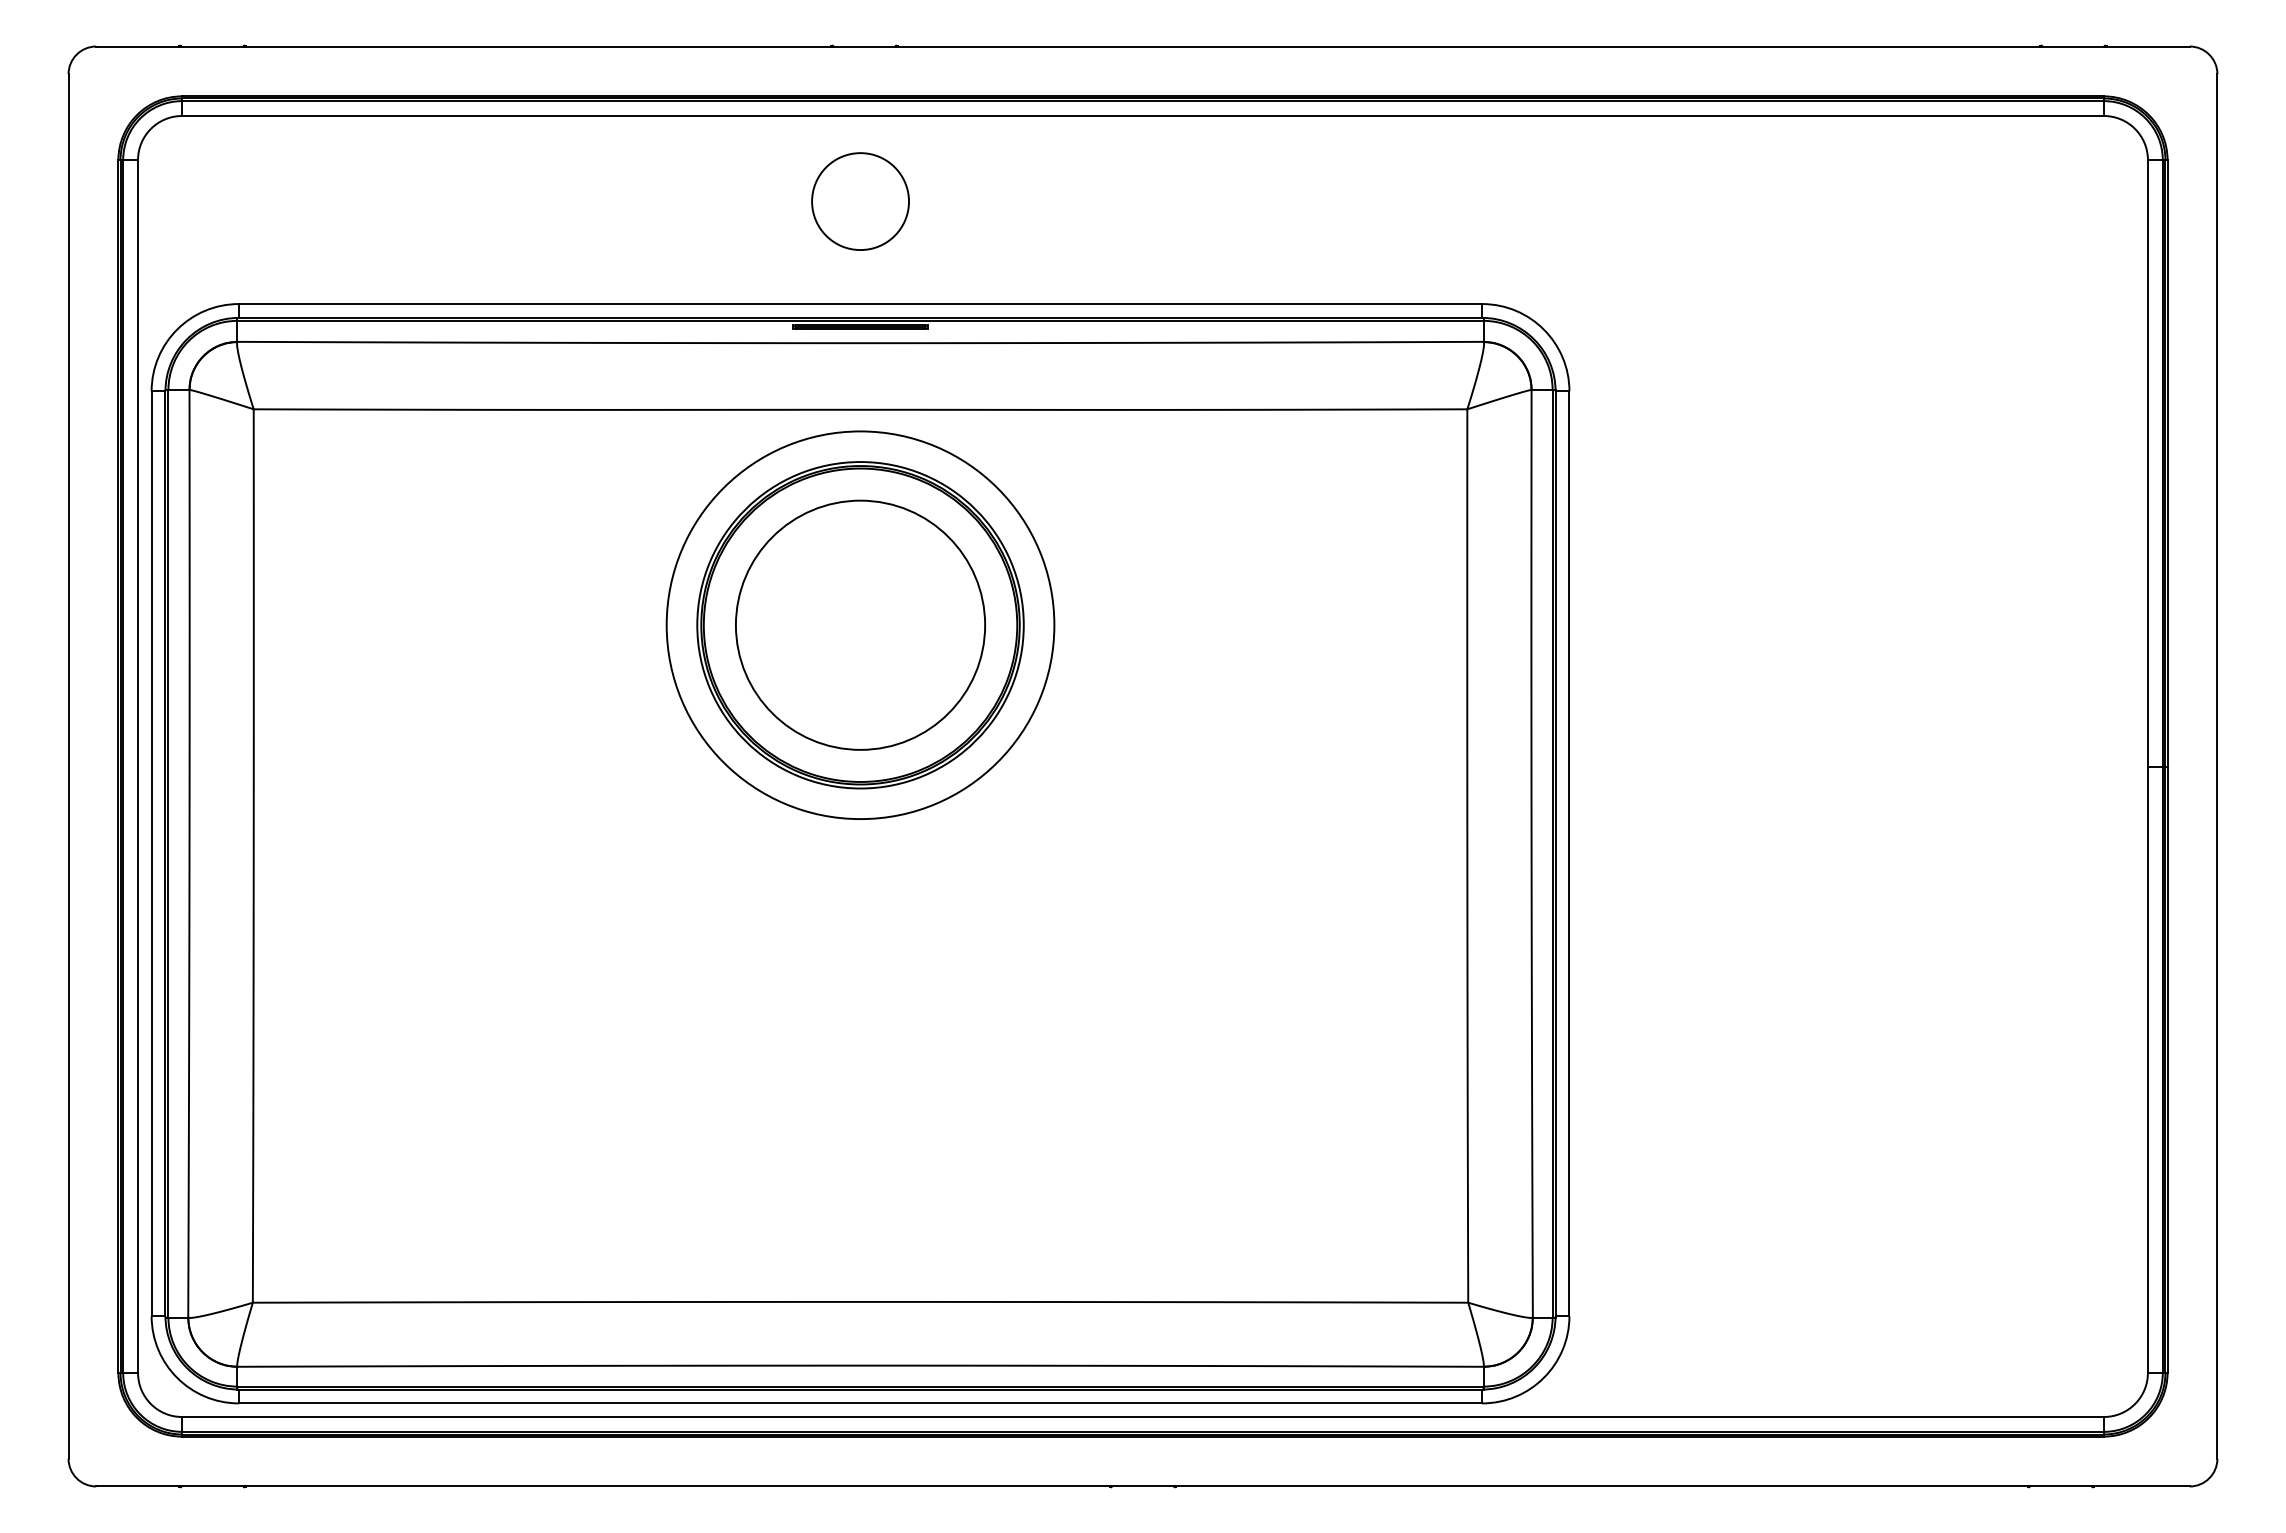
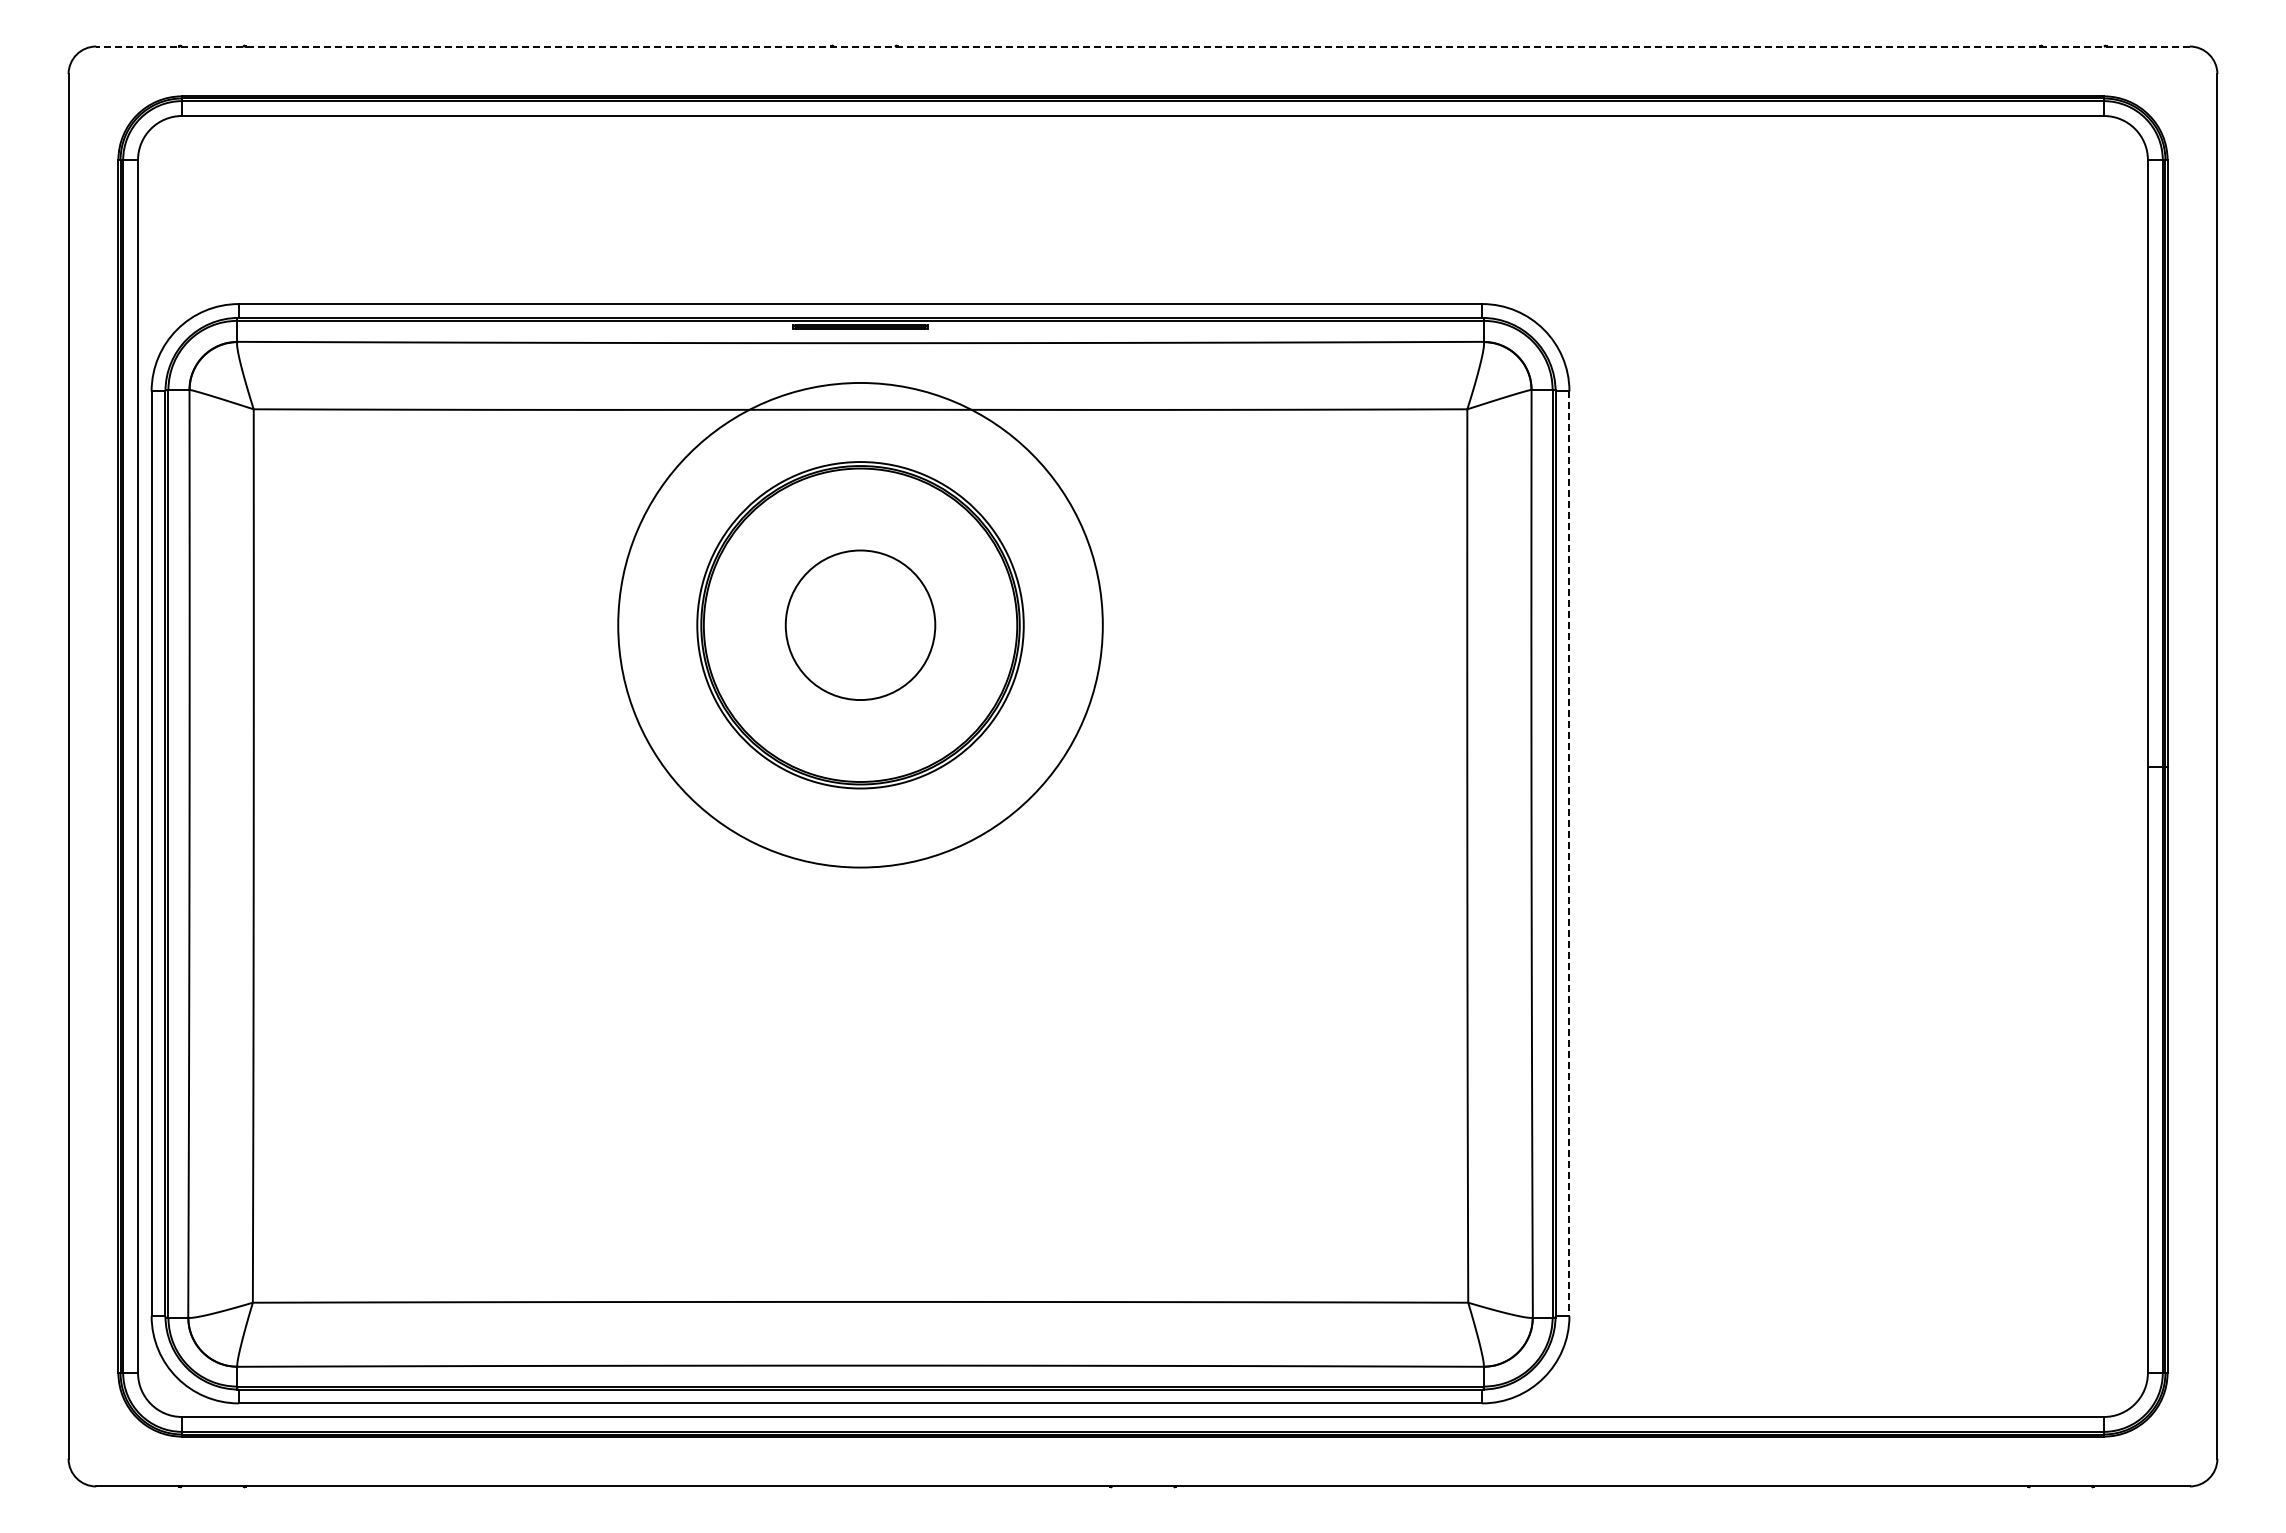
line at (1142, 46): solid -> dashed
circle at (860, 201): present -> none
circle at (860, 624) diameter: 249 px -> 150 px
circle at (860, 625) diameter: 388 px -> 485 px
line at (1569, 854): solid -> dashed
